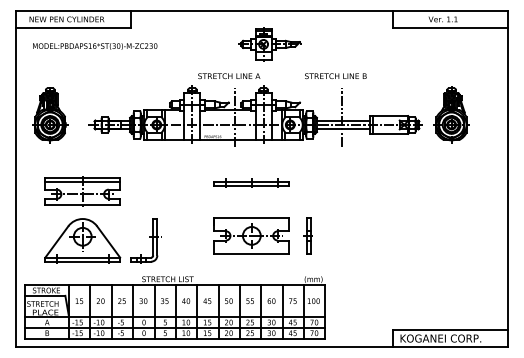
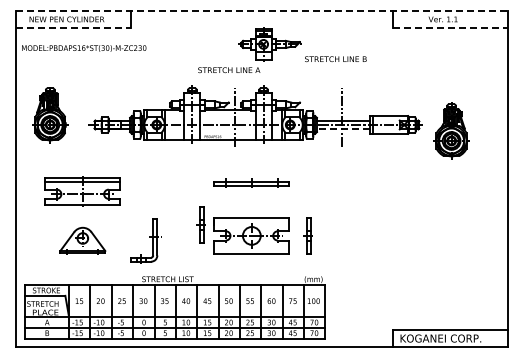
line at (262, 10): solid -> dashed
line at (73, 28): solid -> dashed
line at (450, 28): solid -> dashed
text at (95, 46) position: (95, 46) -> (84, 48)
text at (229, 76) position: (229, 76) -> (229, 70)
text at (335, 76) position: (335, 76) -> (335, 59)
part at (451, 114) position: (451, 114) -> (451, 130)
line at (342, 129): solid -> dashed
part at (200, 224): none -> present
part at (82, 240) size: 78x46 px -> 48x29 px
